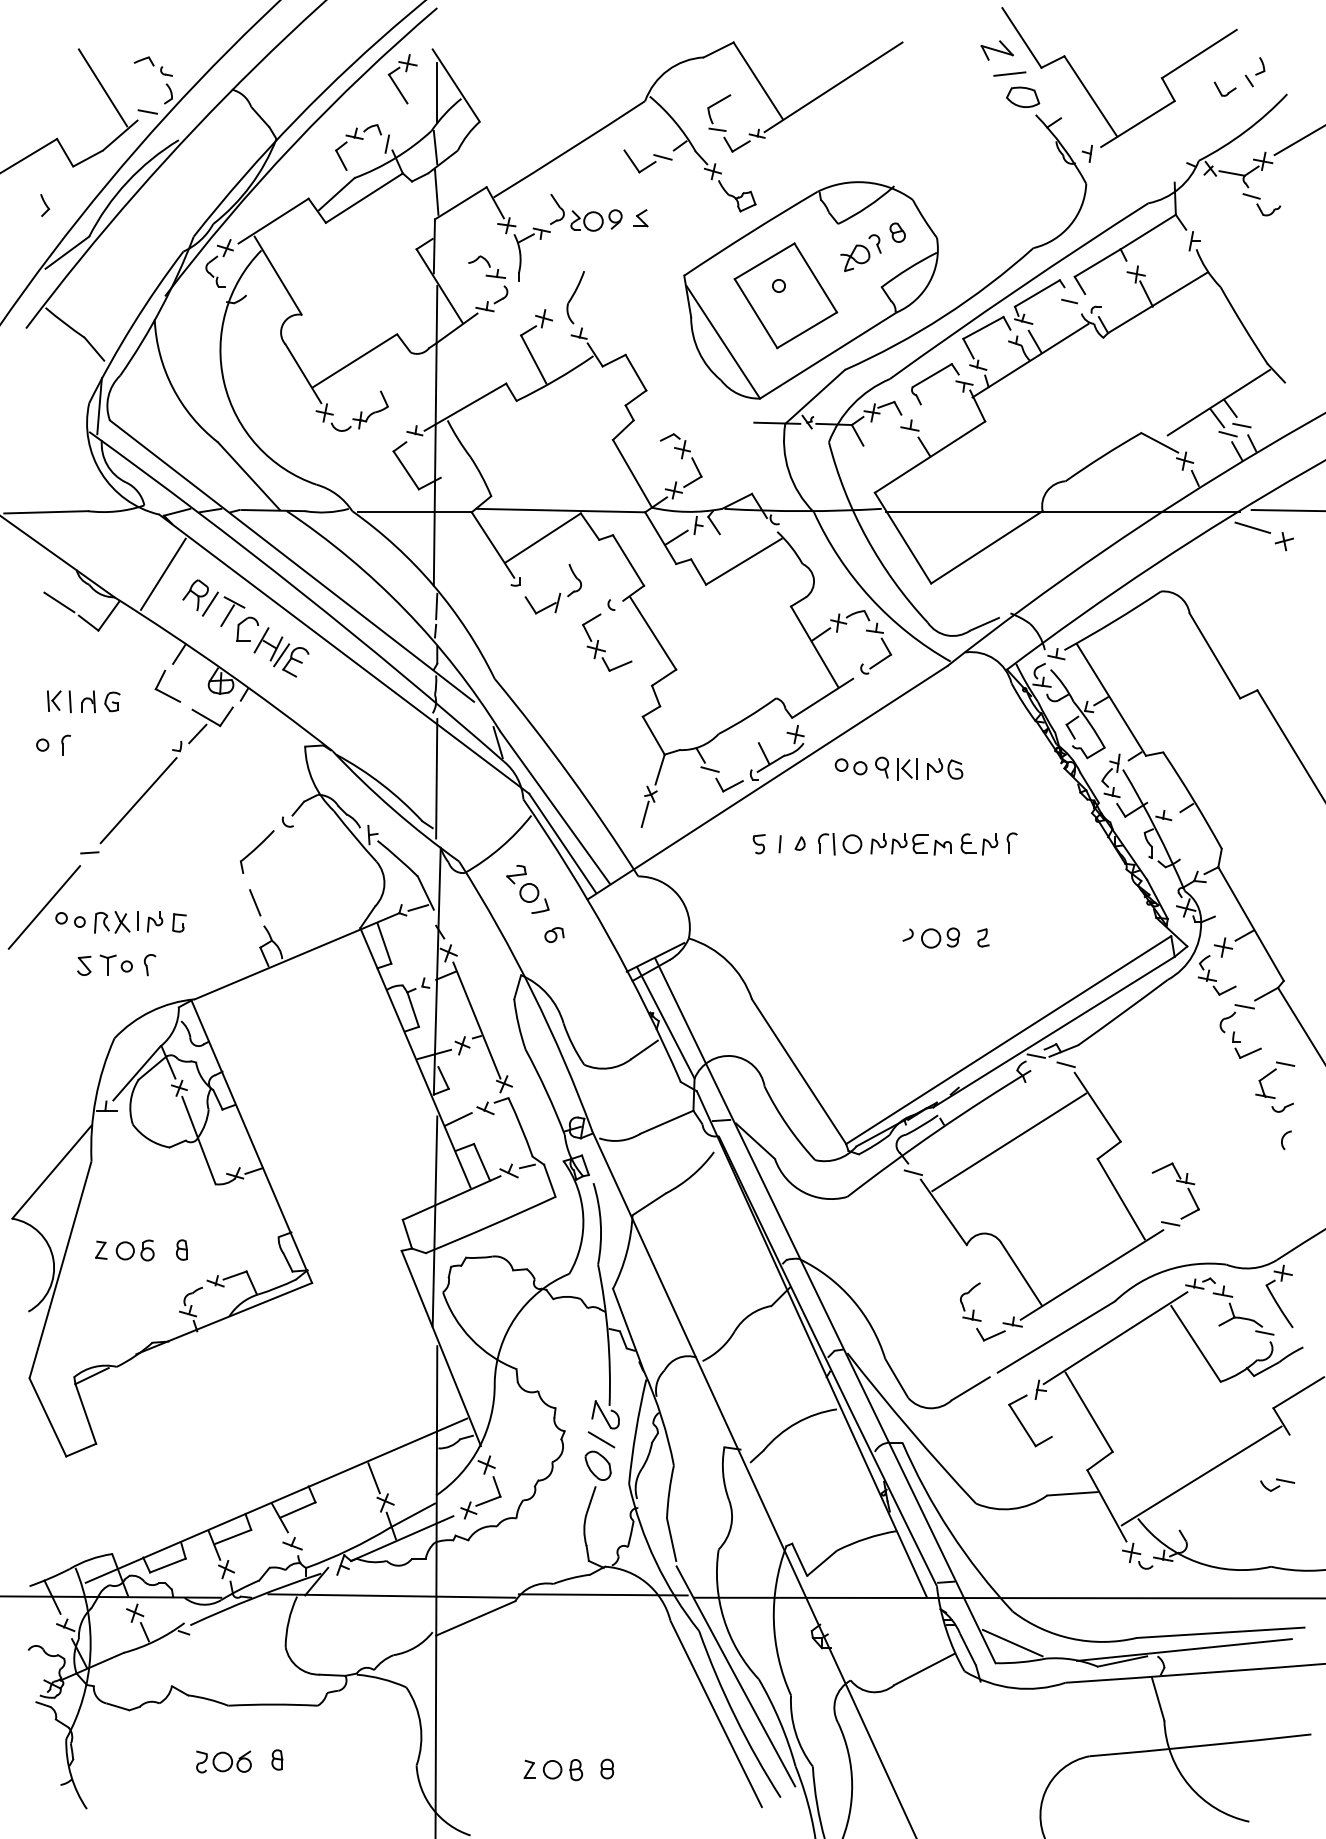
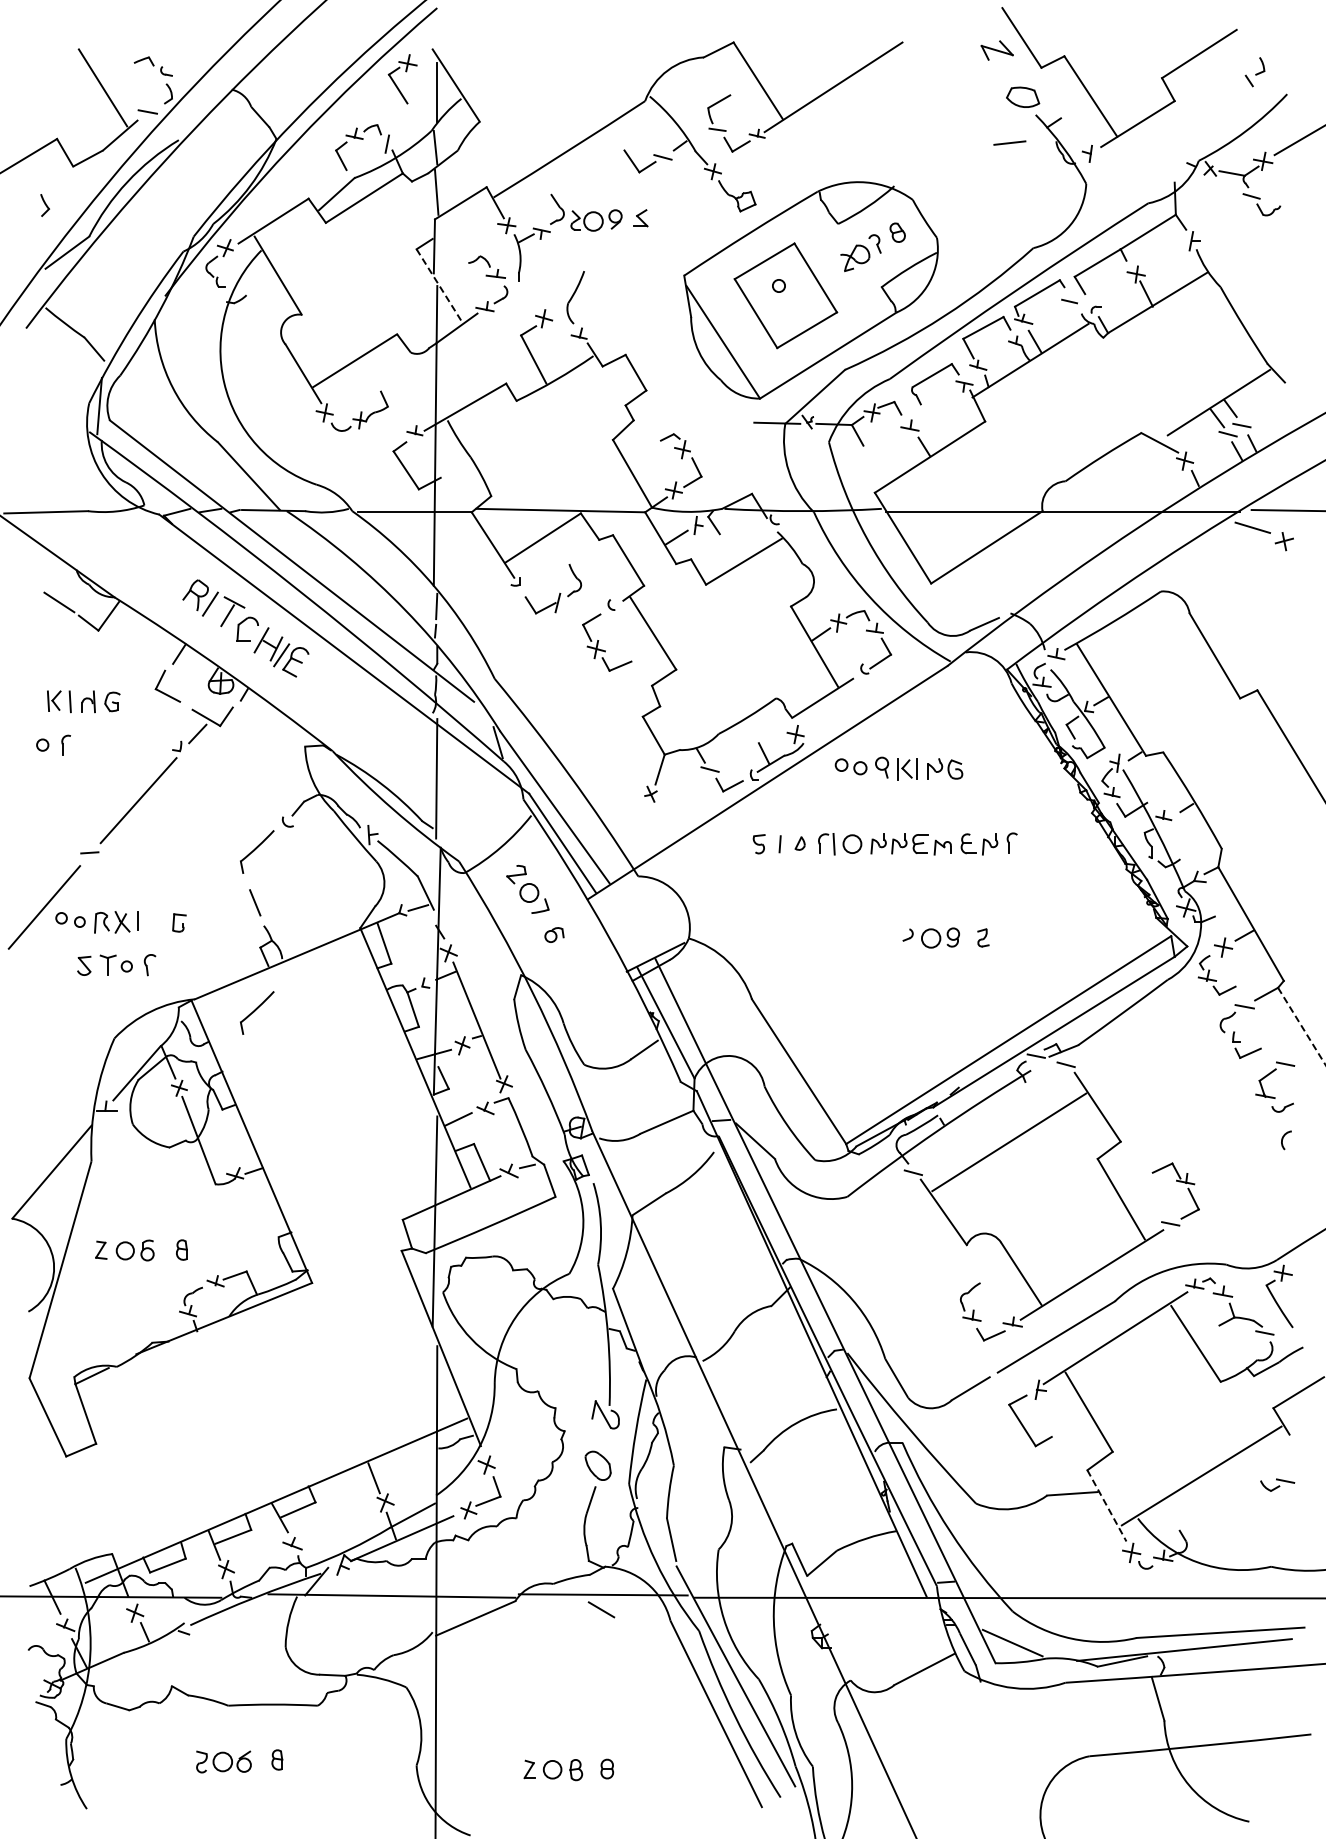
line at (1009, 73) position: (1009, 73) -> (1009, 142)
part at (1224, 88): present -> none
line at (439, 286): solid -> dashed
line at (162, 573): present -> none
line at (644, 814): present -> none
part at (155, 921): present -> none
part at (257, 1012): none -> present
line at (1302, 1026): solid -> dashed
line at (601, 1439) position: (601, 1439) -> (601, 1609)
line at (1106, 1505): solid -> dashed
